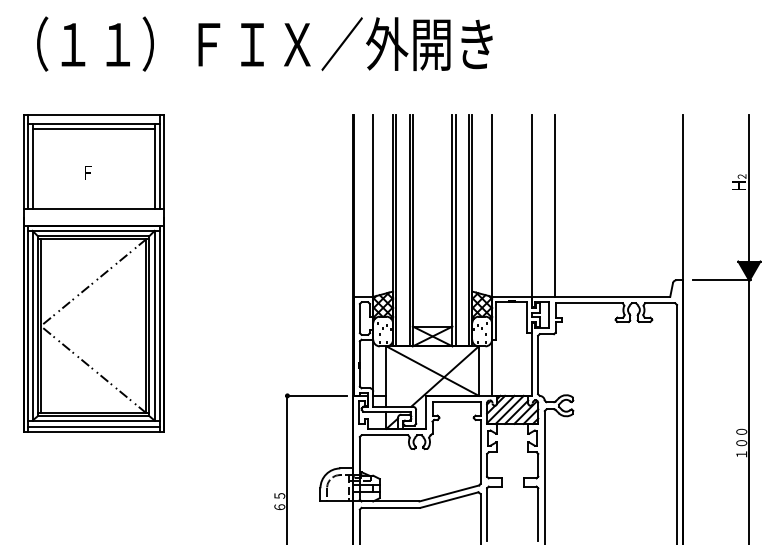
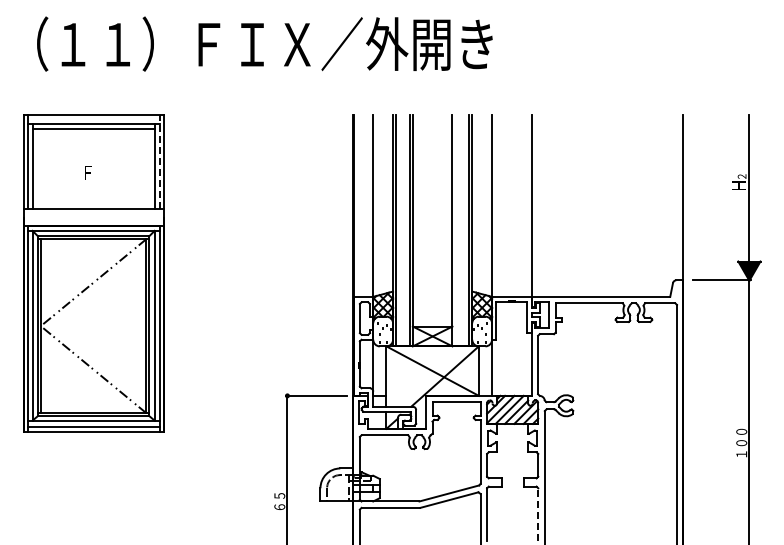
line at (159, 161): solid -> dashed
line at (554, 205): present -> none
line at (455, 230): present -> none
line at (538, 514): solid -> dashed
